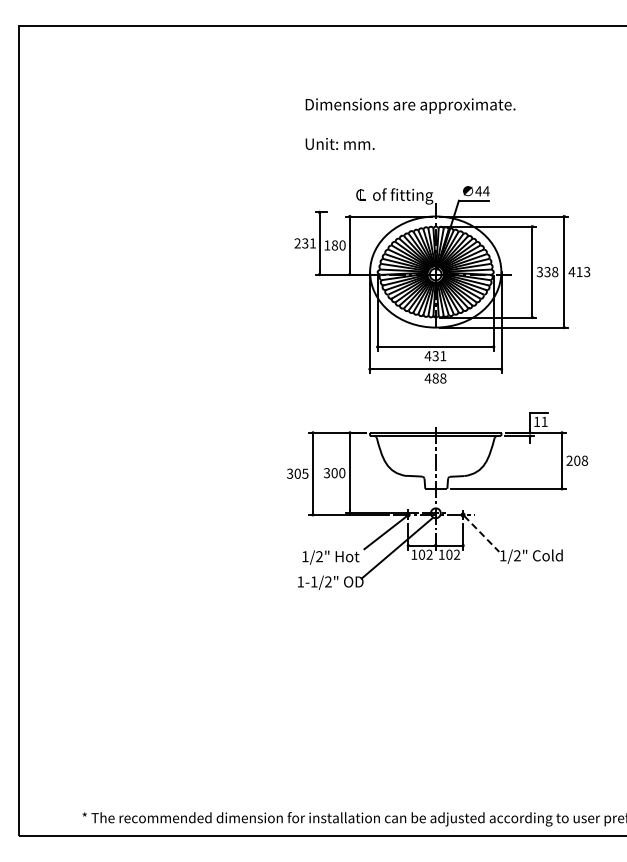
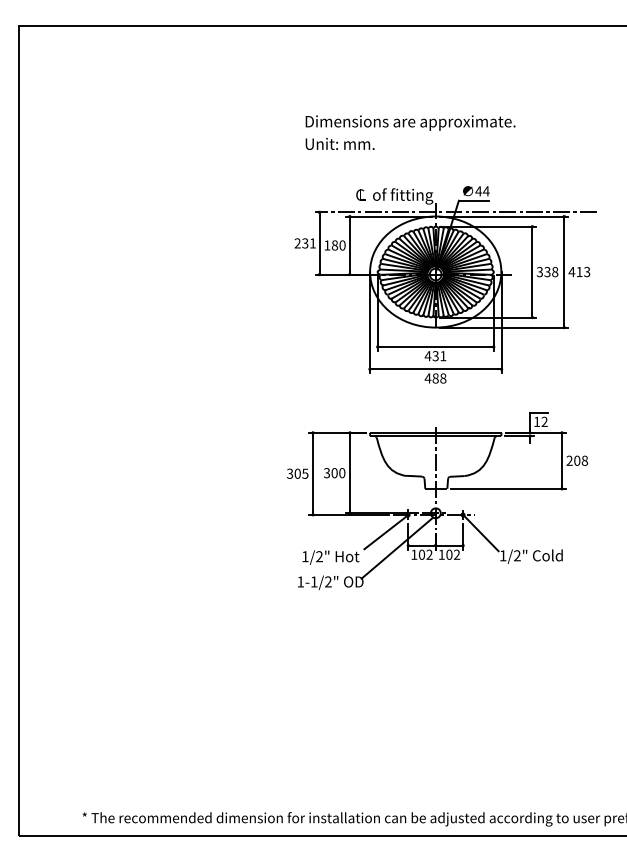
text at (410, 105) position: (410, 105) -> (410, 122)
line at (463, 212): none -> present
text at (544, 421): 11 -> 12
line at (482, 534): dashed -> solid
